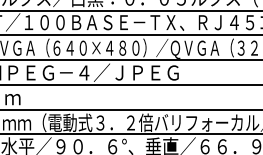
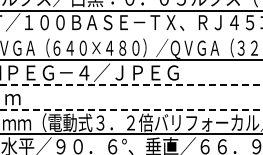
line at (130, 35): present -> none
line at (131, 84): solid -> dashed
line at (131, 109): solid -> dashed
